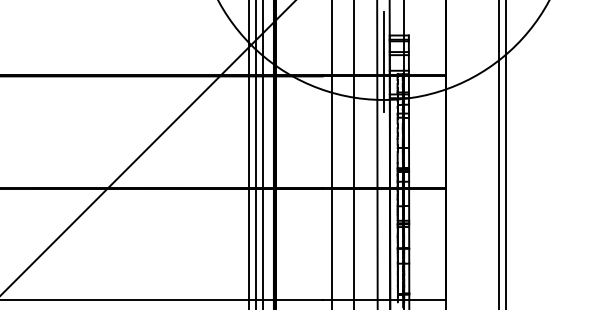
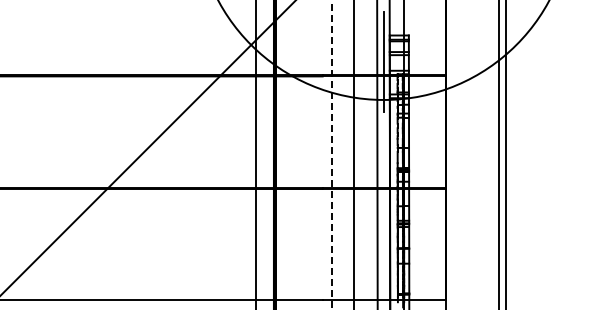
line at (248, 154): present -> none
line at (263, 154): present -> none
line at (332, 155): solid -> dashed
